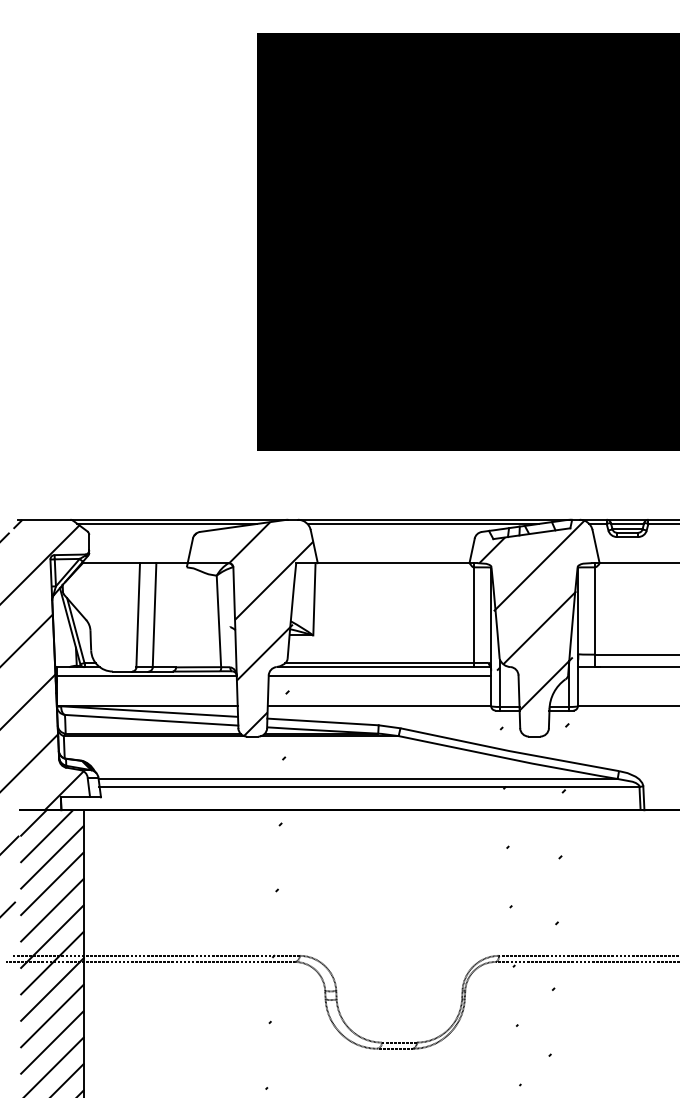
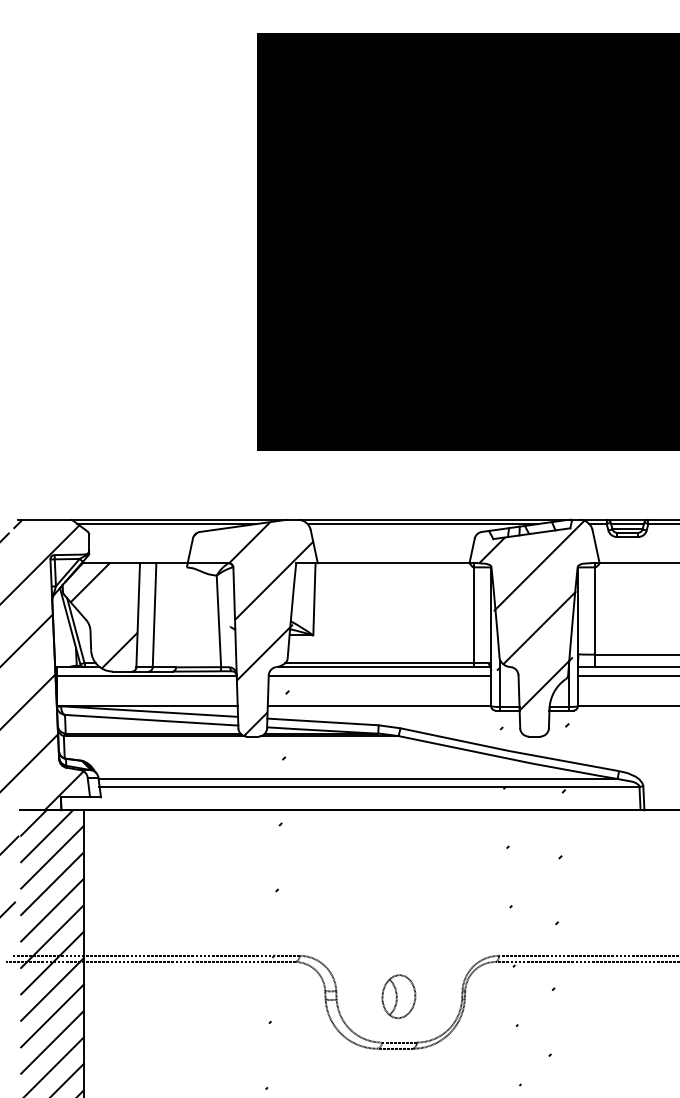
hatch at (103, 615): none -> present
line at (626, 675): none -> present
part at (398, 996): none -> present
